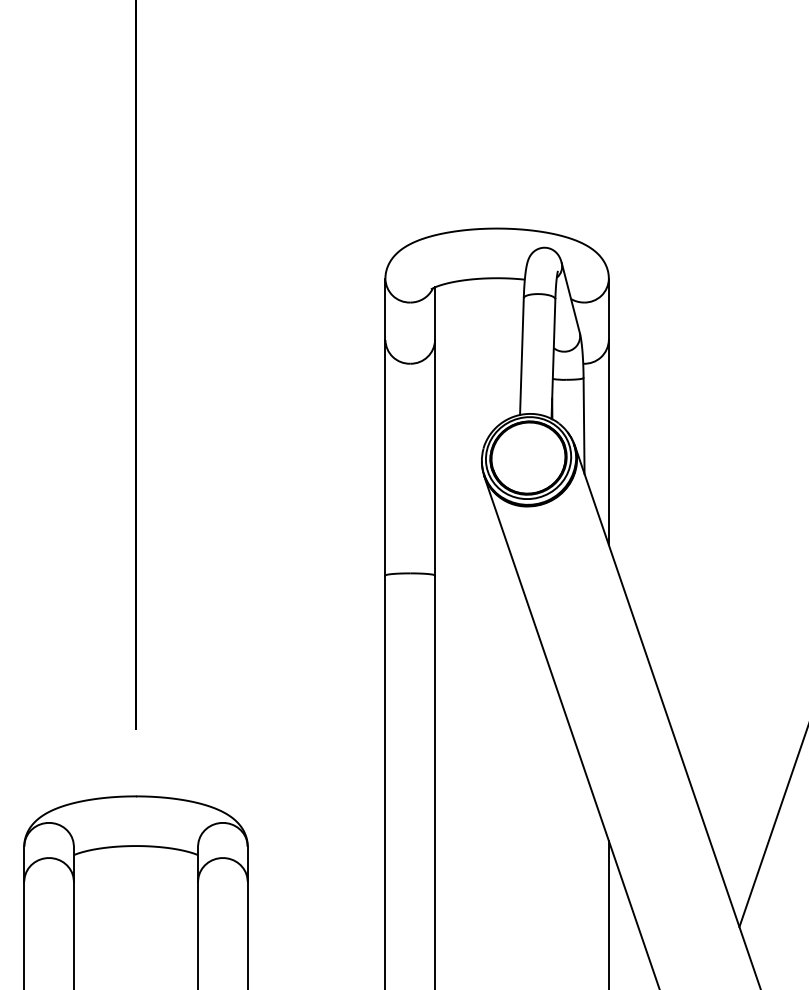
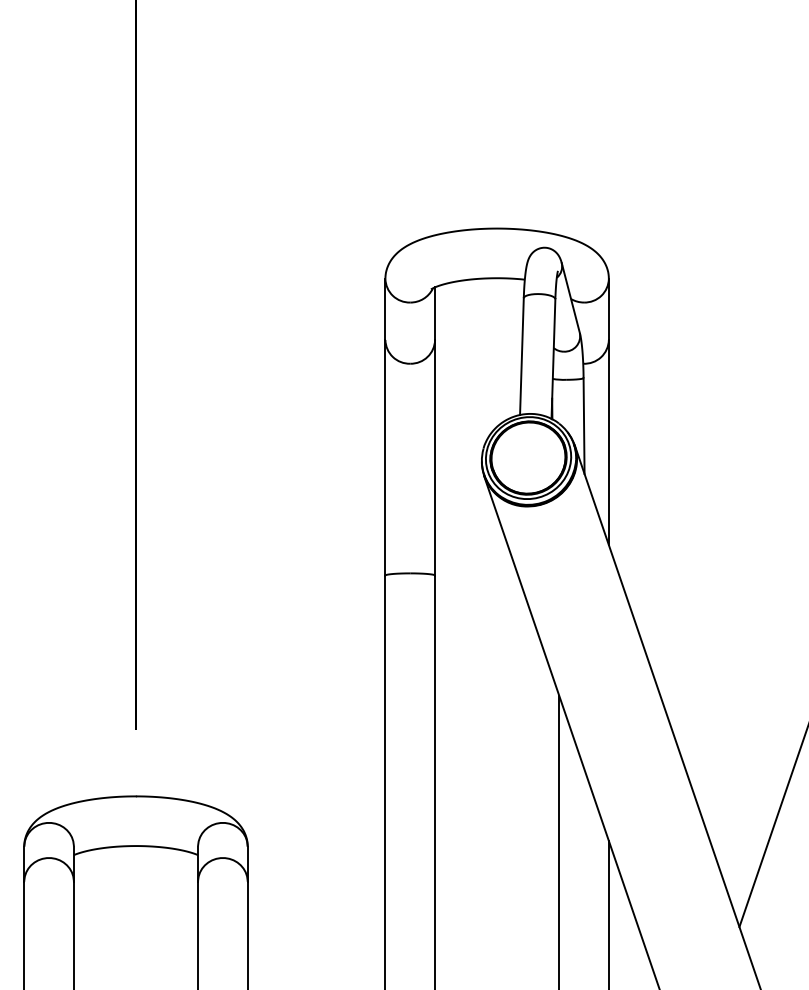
line at (559, 840): none -> present
